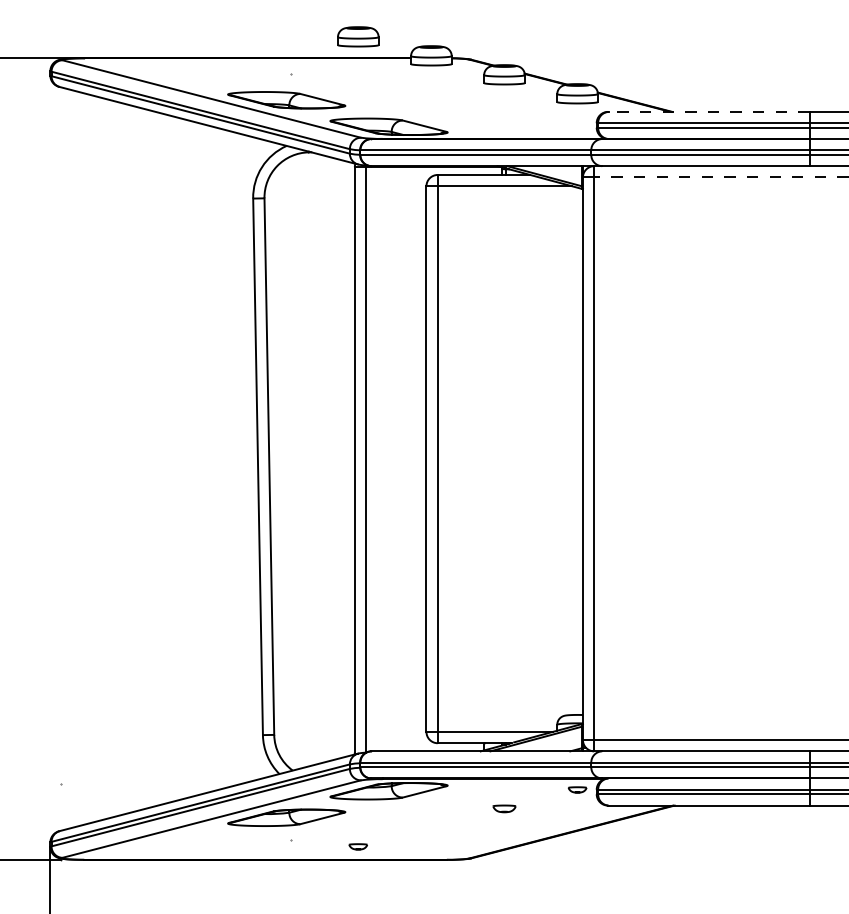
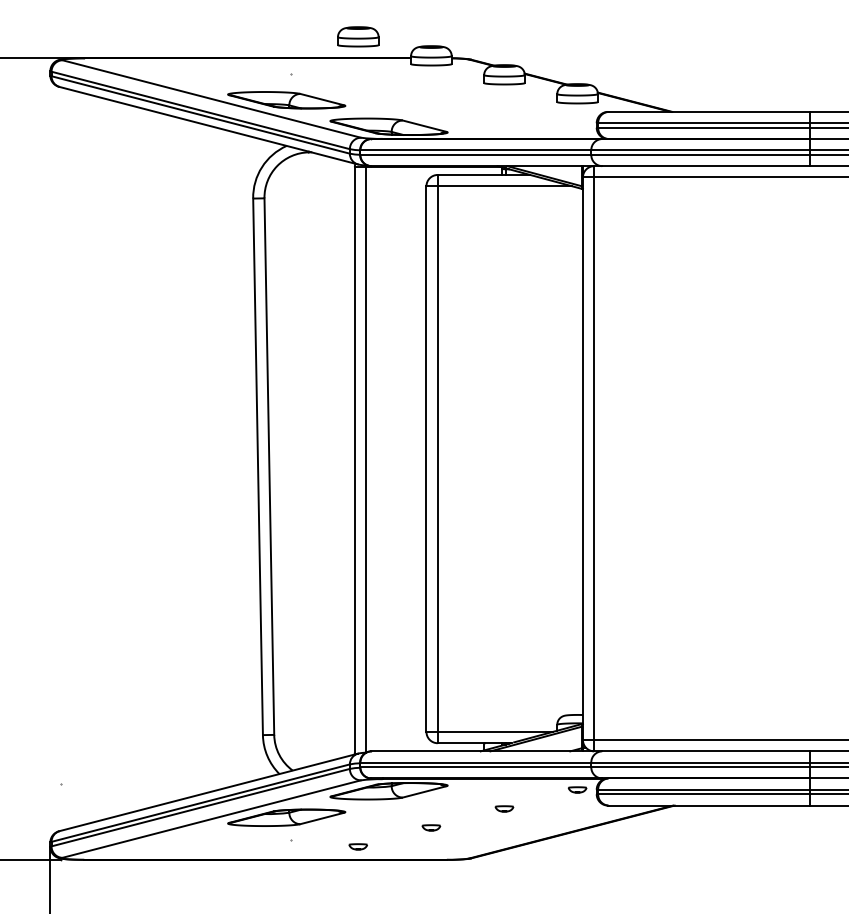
line at (708, 111): dashed -> solid
line at (720, 177): dashed -> solid
part at (504, 808) size: 25x10 px -> 21x8 px
part at (431, 827): none -> present
